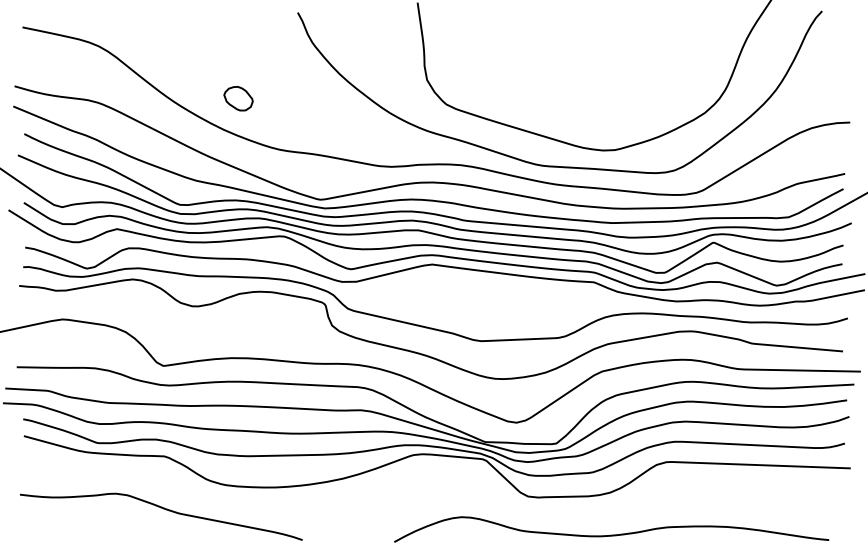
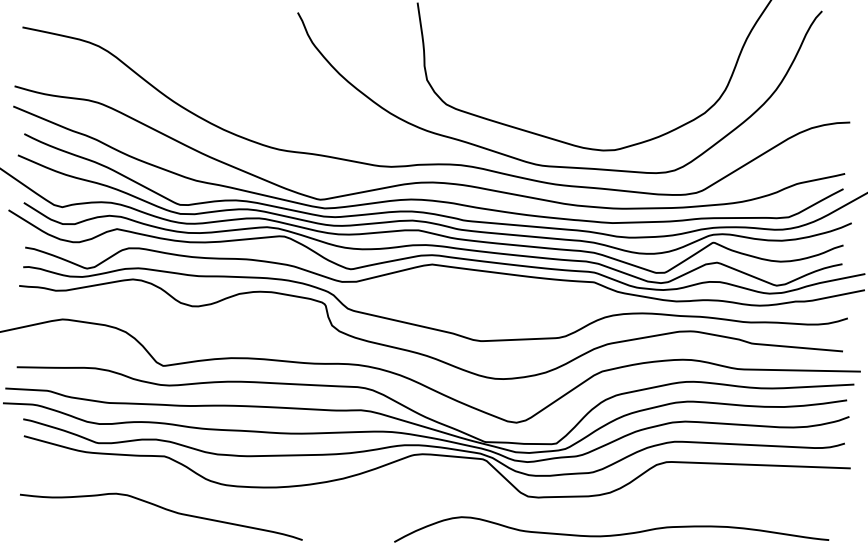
part at (238, 98): present -> none
